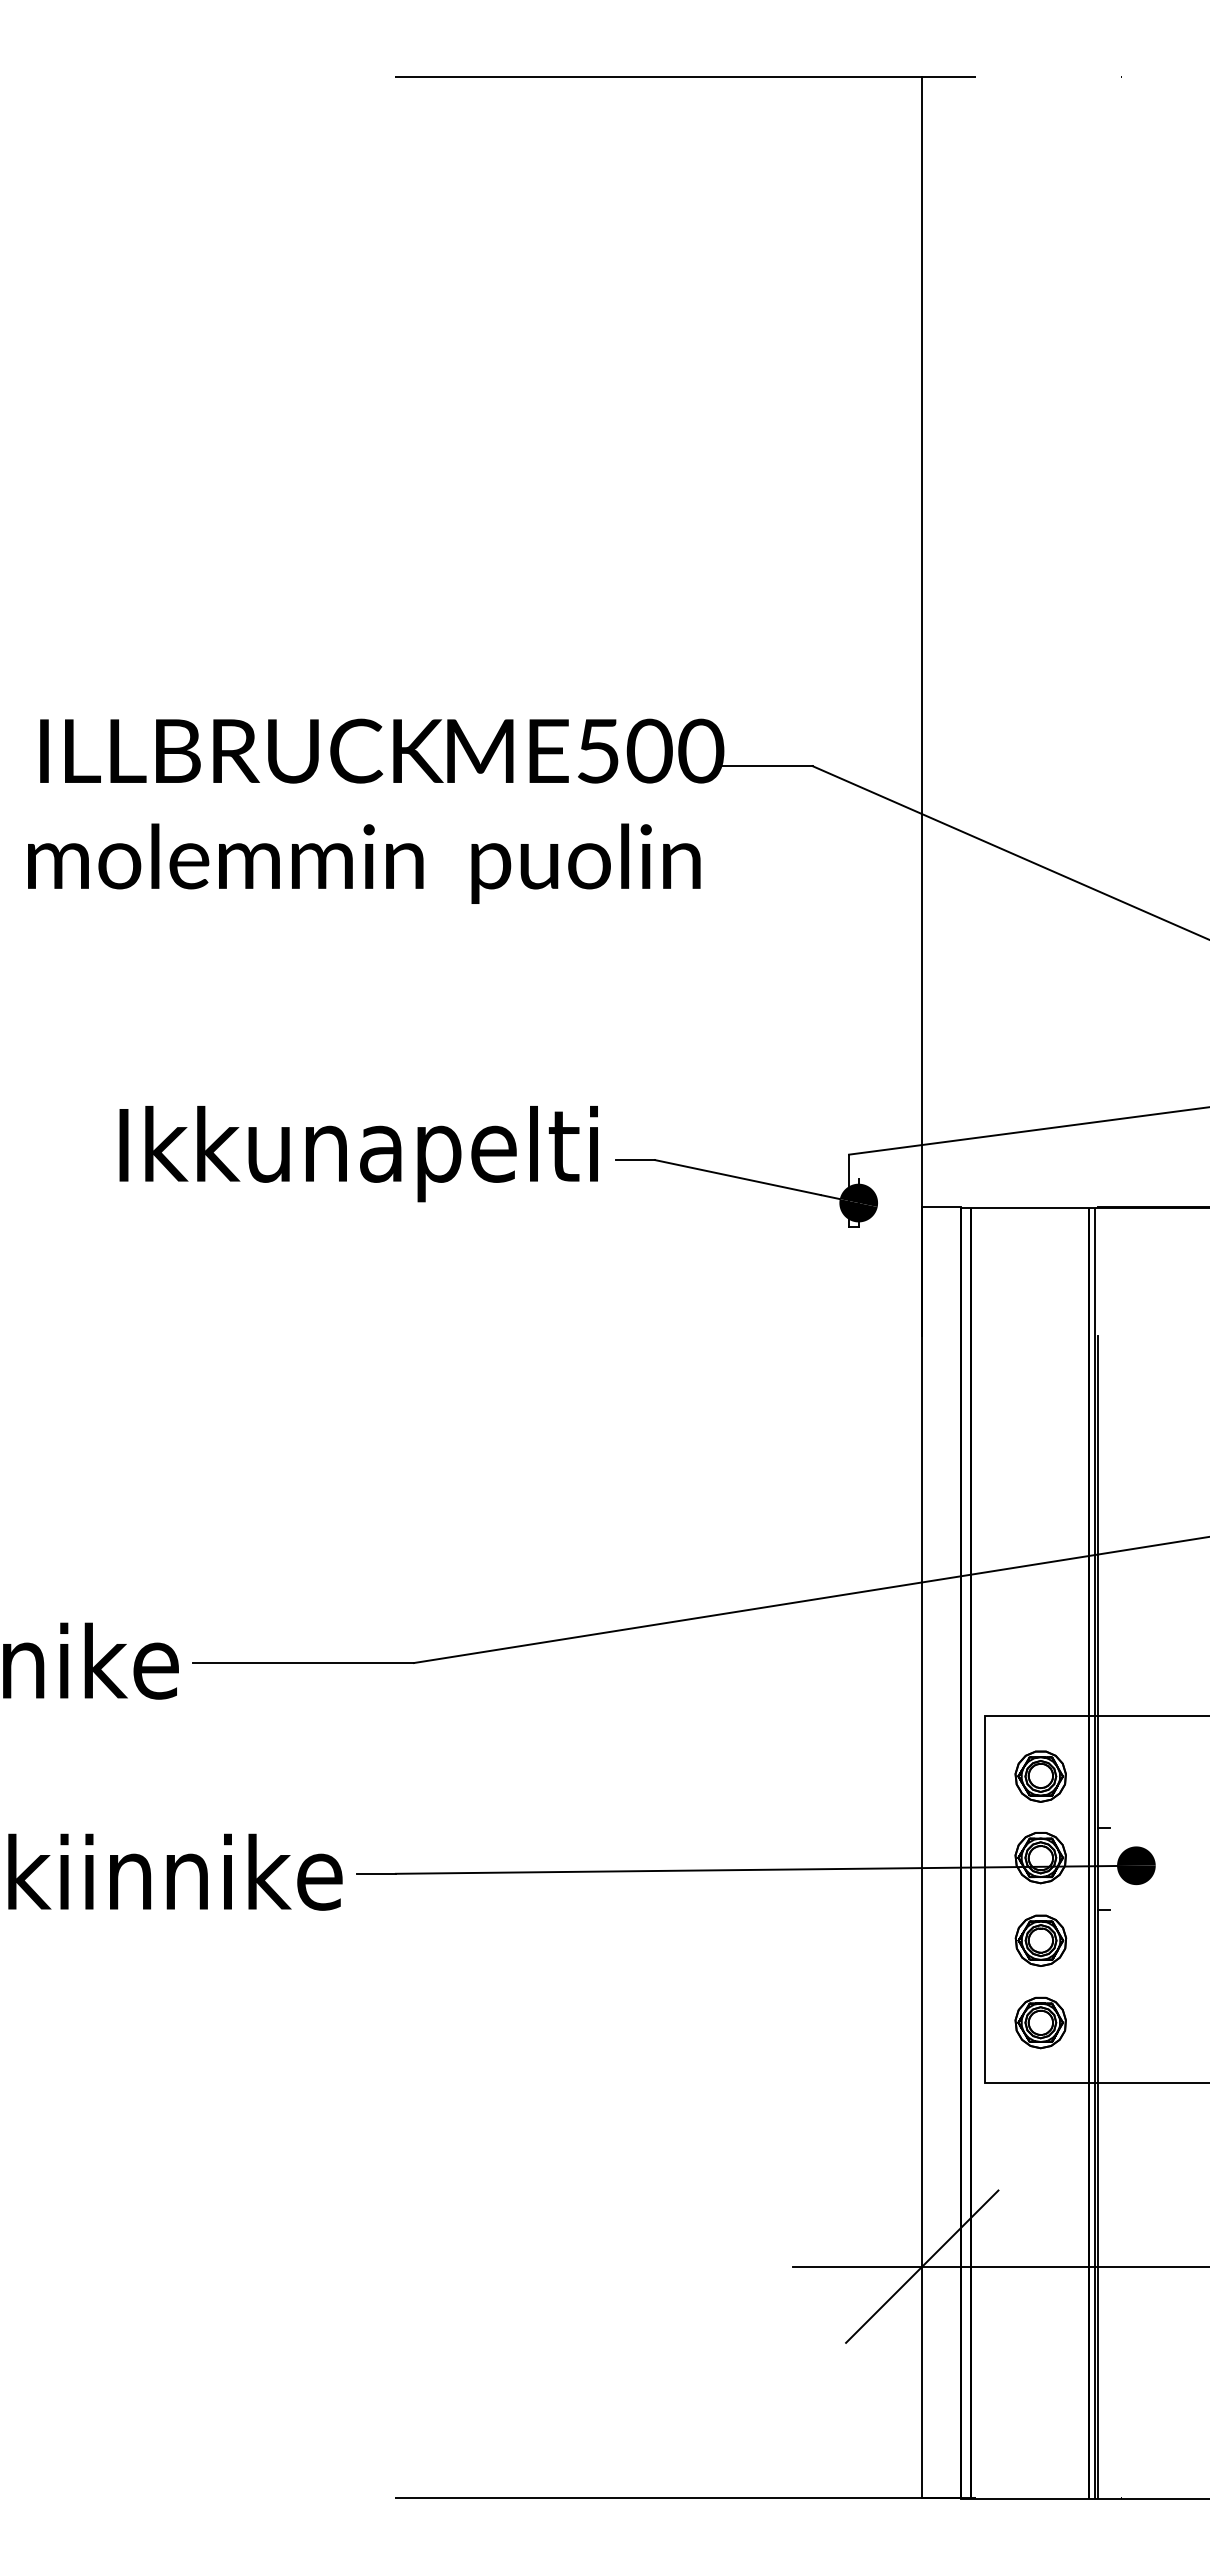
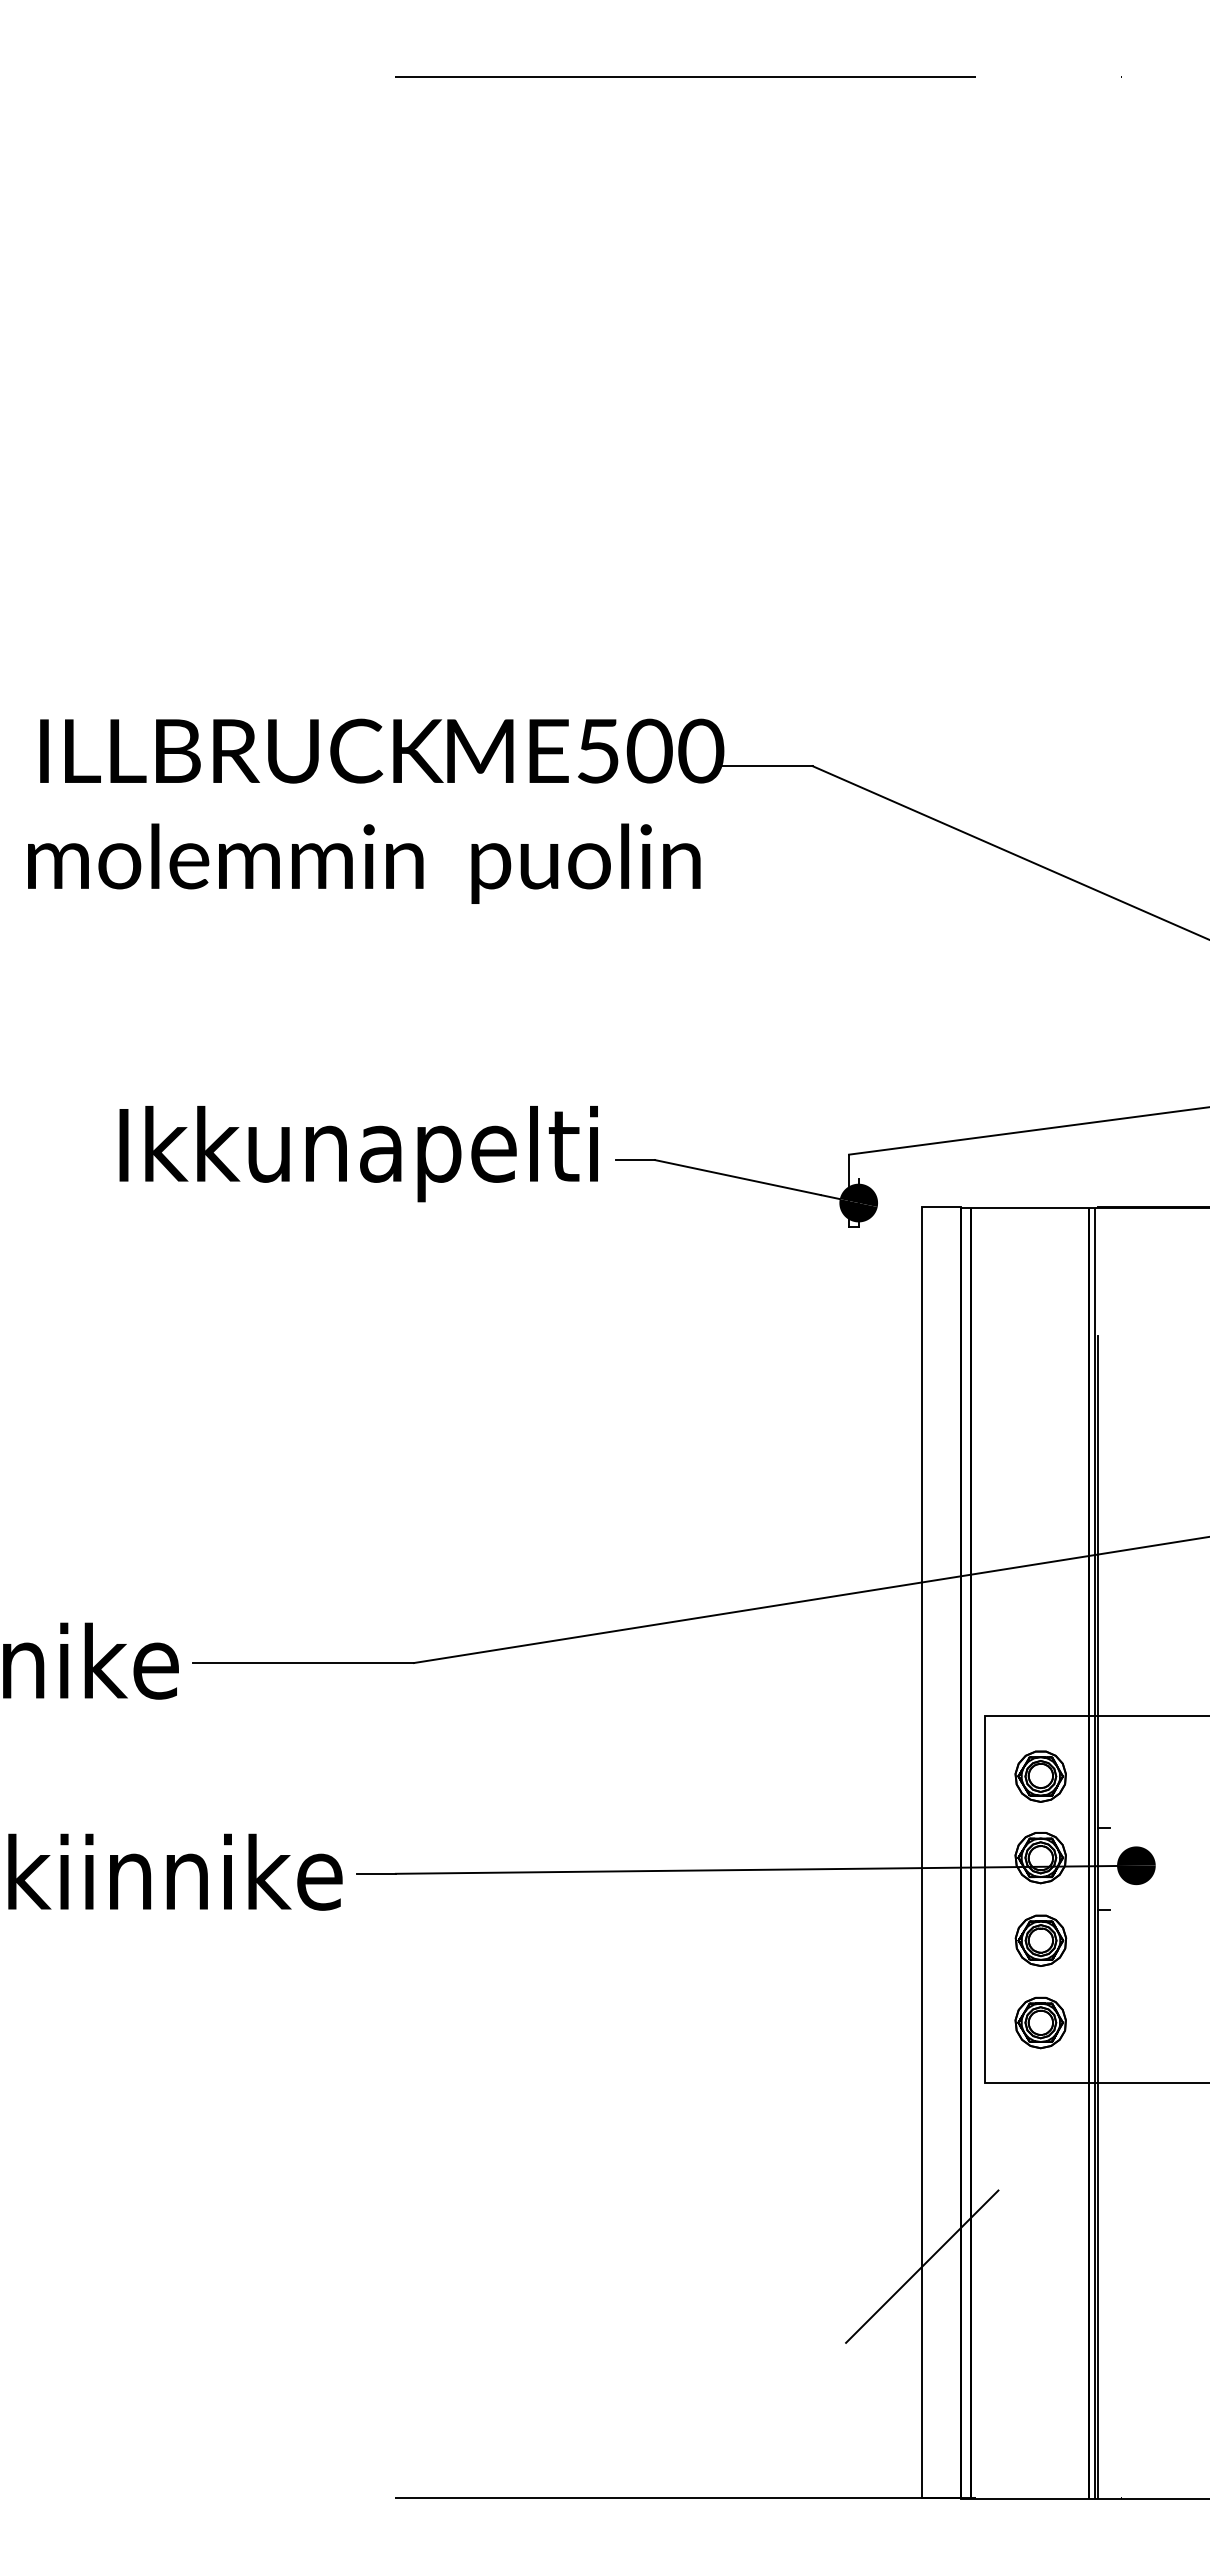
line at (922, 706): present -> none
line at (999, 2266): present -> none
